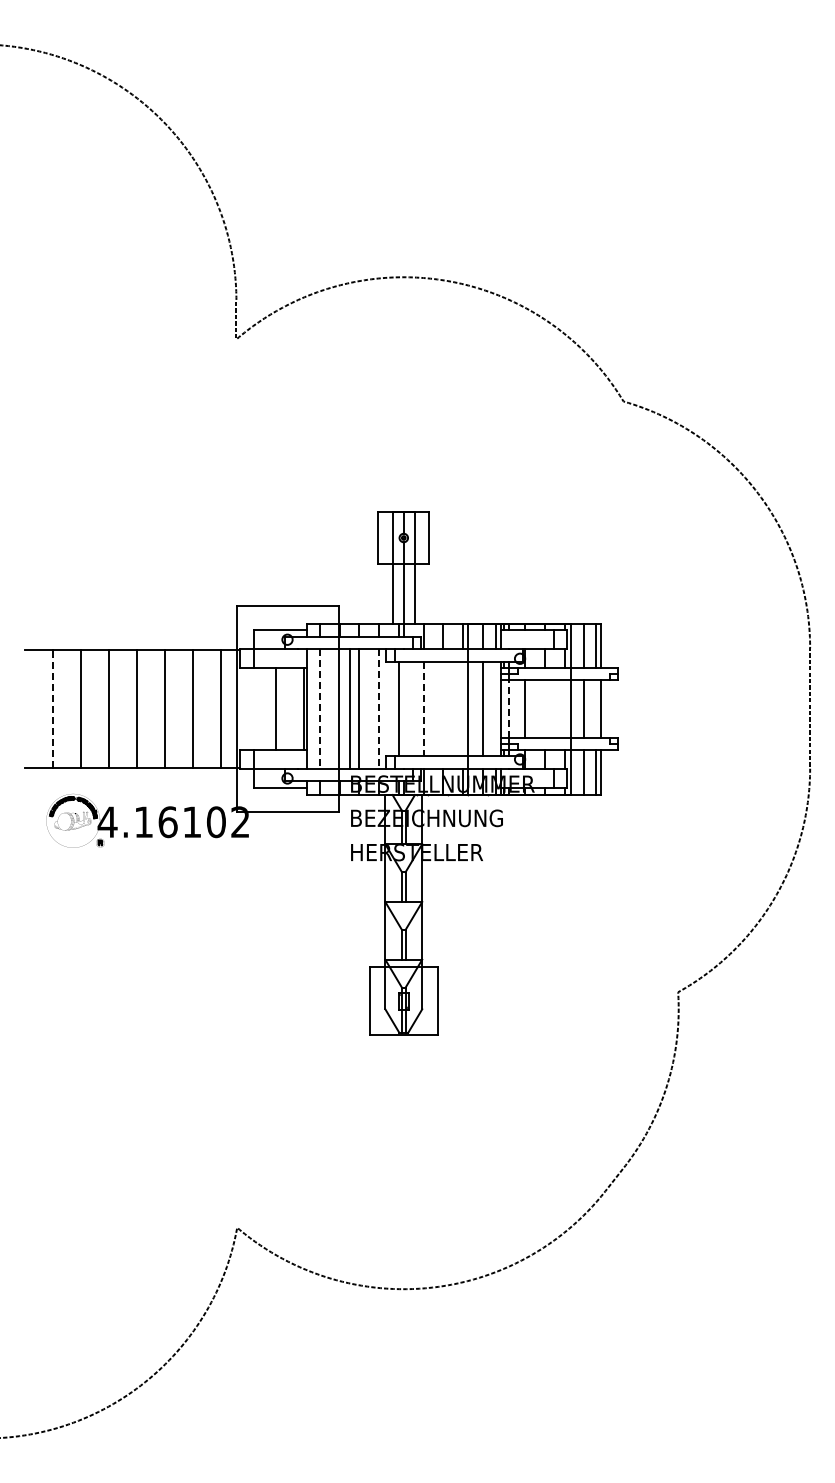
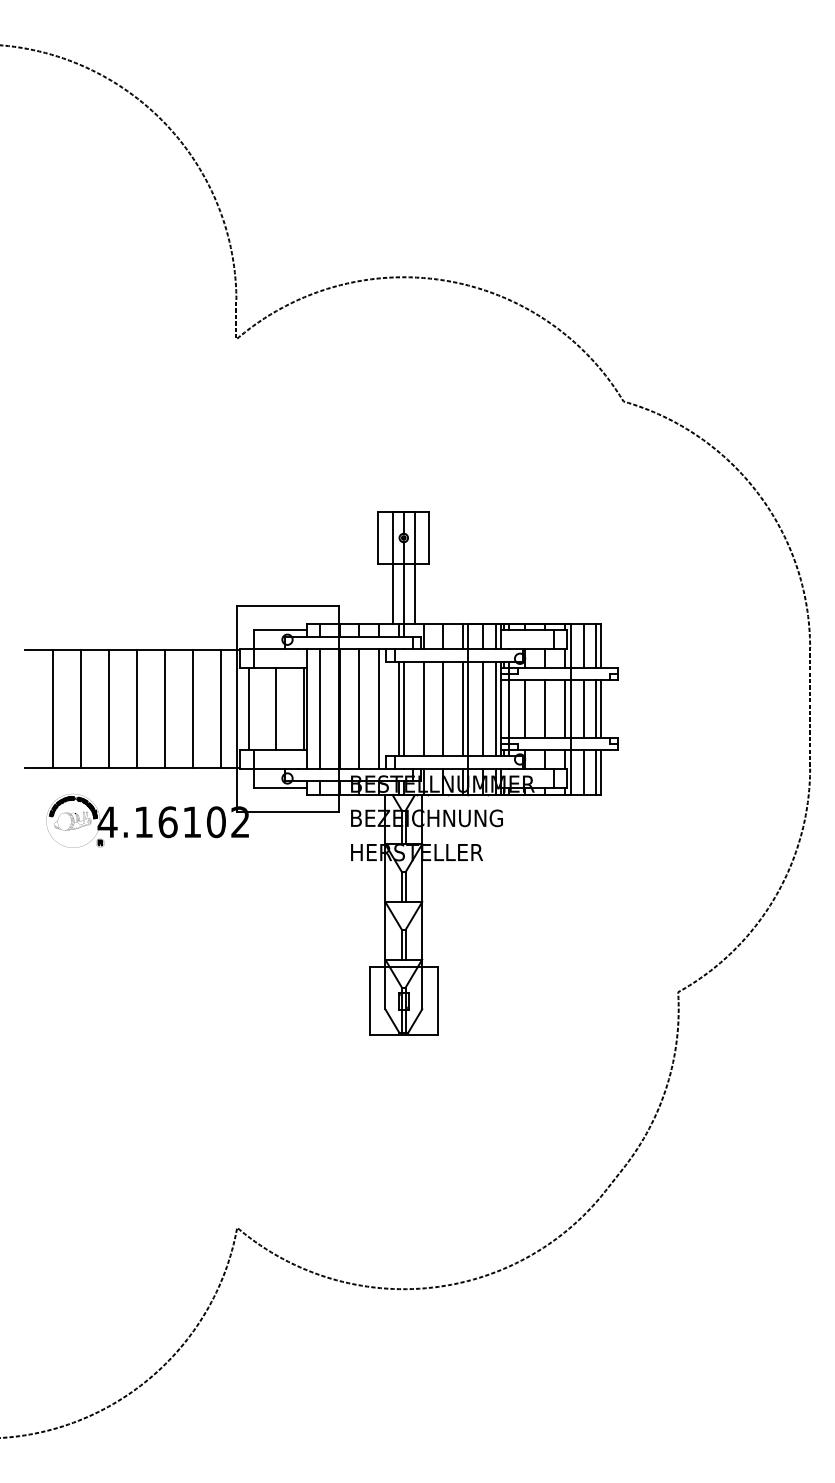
line at (52, 708): dashed -> solid
line at (248, 708): none -> present
line at (349, 708) position: (349, 708) -> (339, 708)
line at (403, 708): none -> present
line at (443, 708): none -> present
line at (463, 708): none -> present
line at (495, 708): none -> present
line at (544, 708): none -> present
line at (564, 708): none -> present
line at (595, 708): none -> present
line at (319, 709): dashed -> solid
line at (379, 709): dashed -> solid
line at (423, 709): dashed -> solid
line at (508, 709): dashed -> solid
